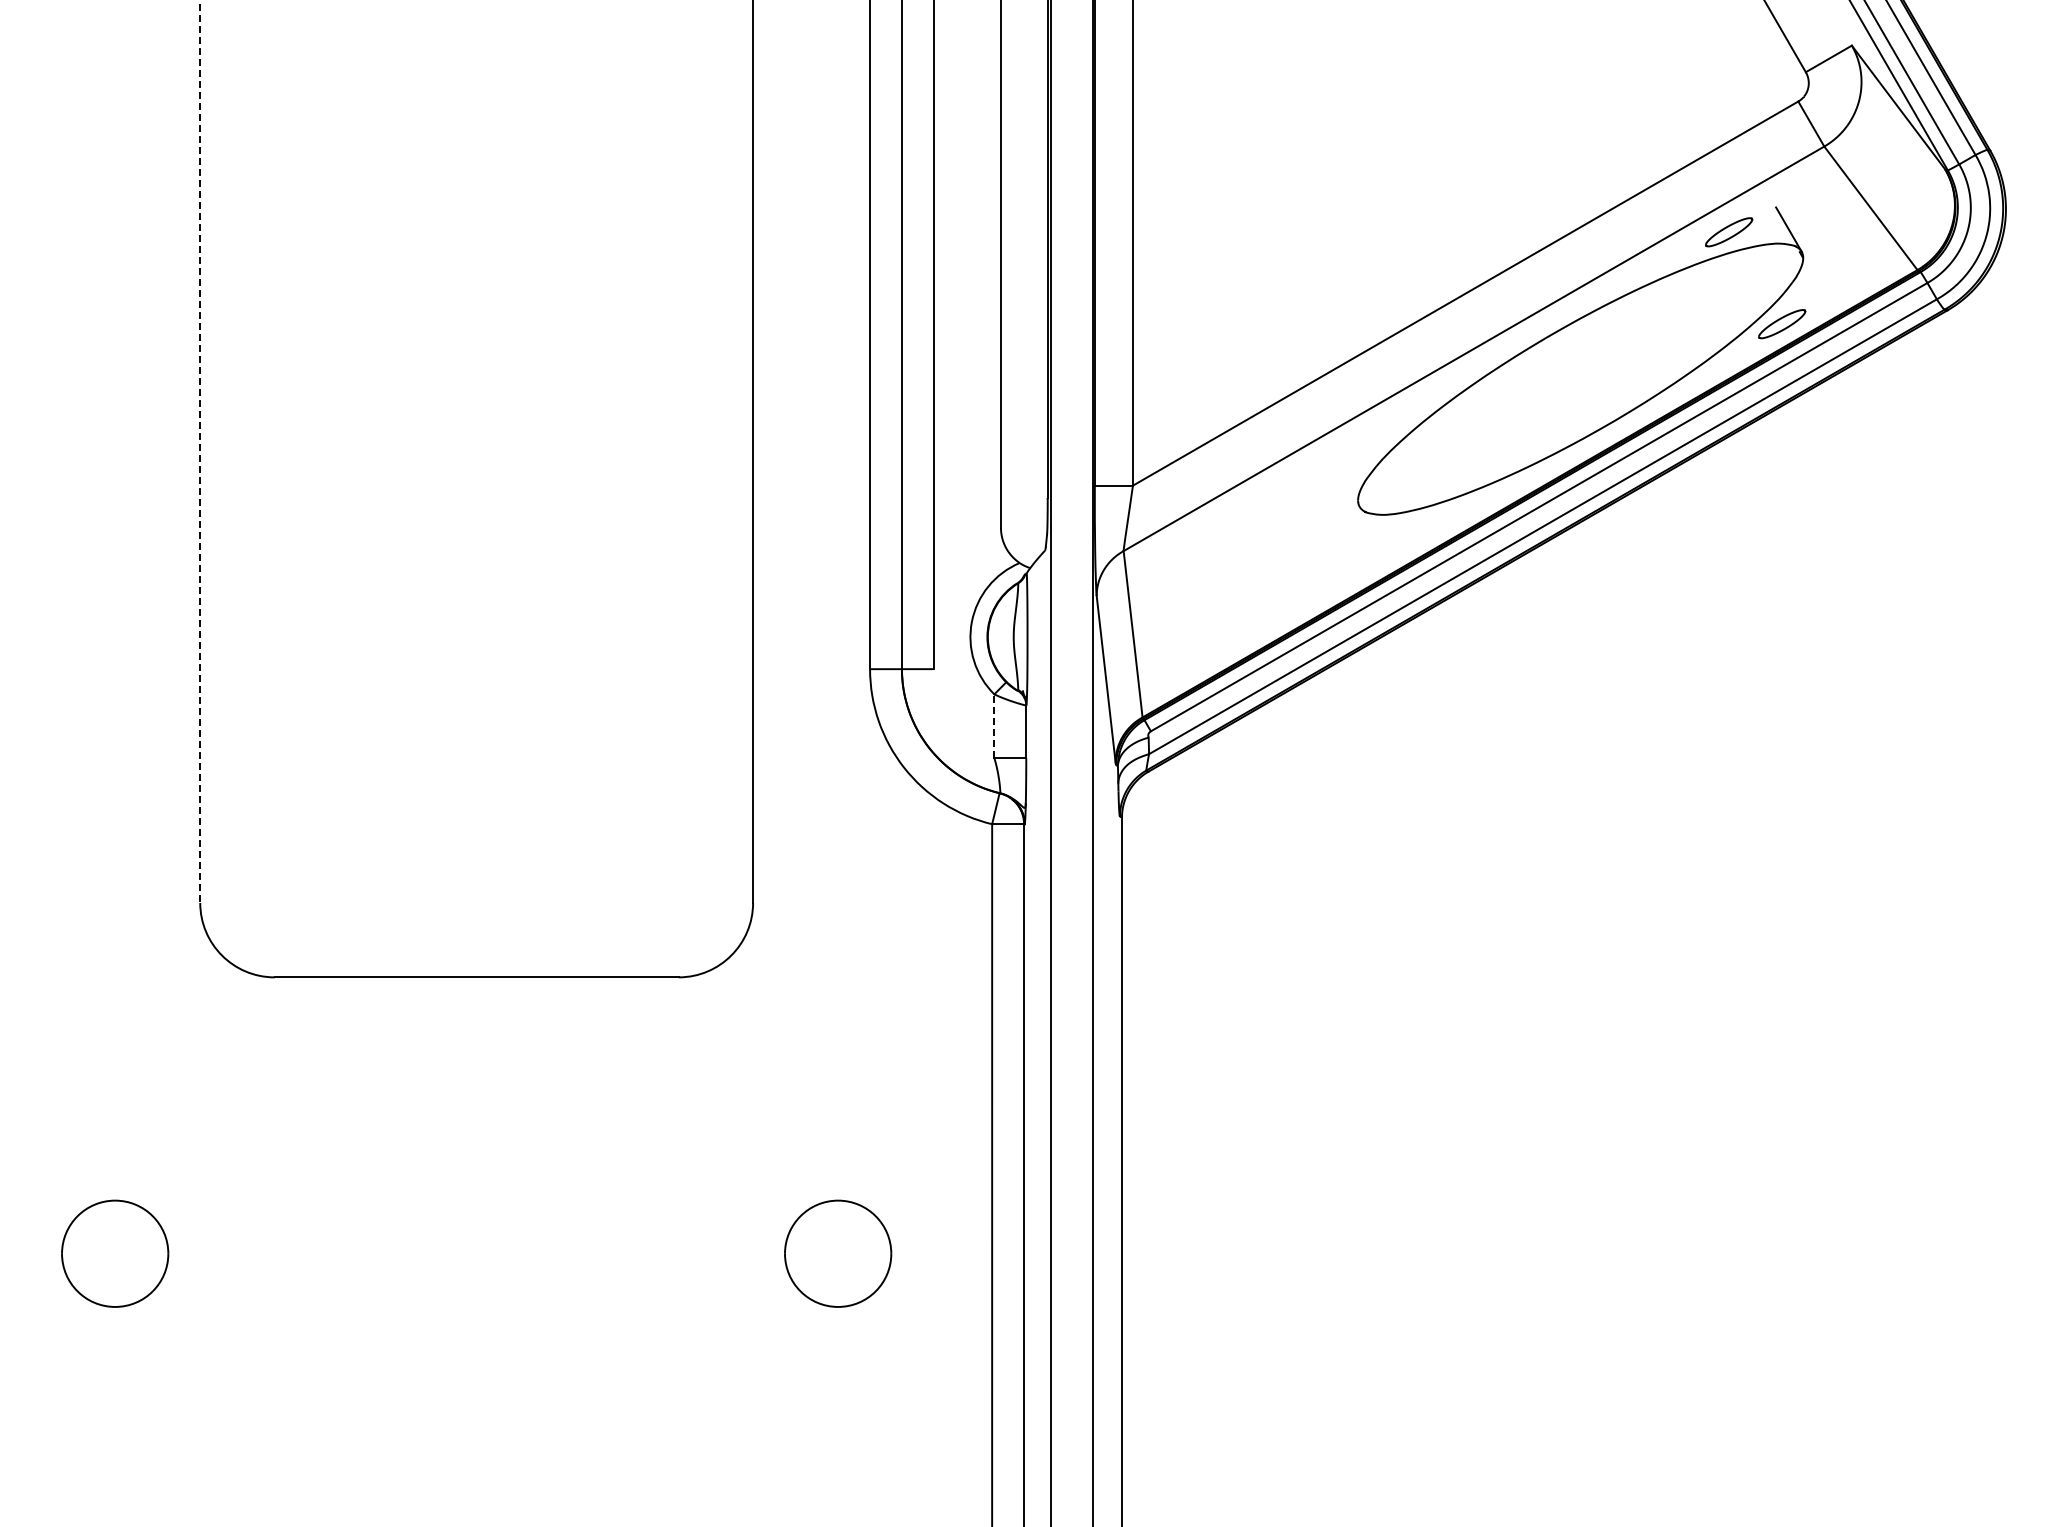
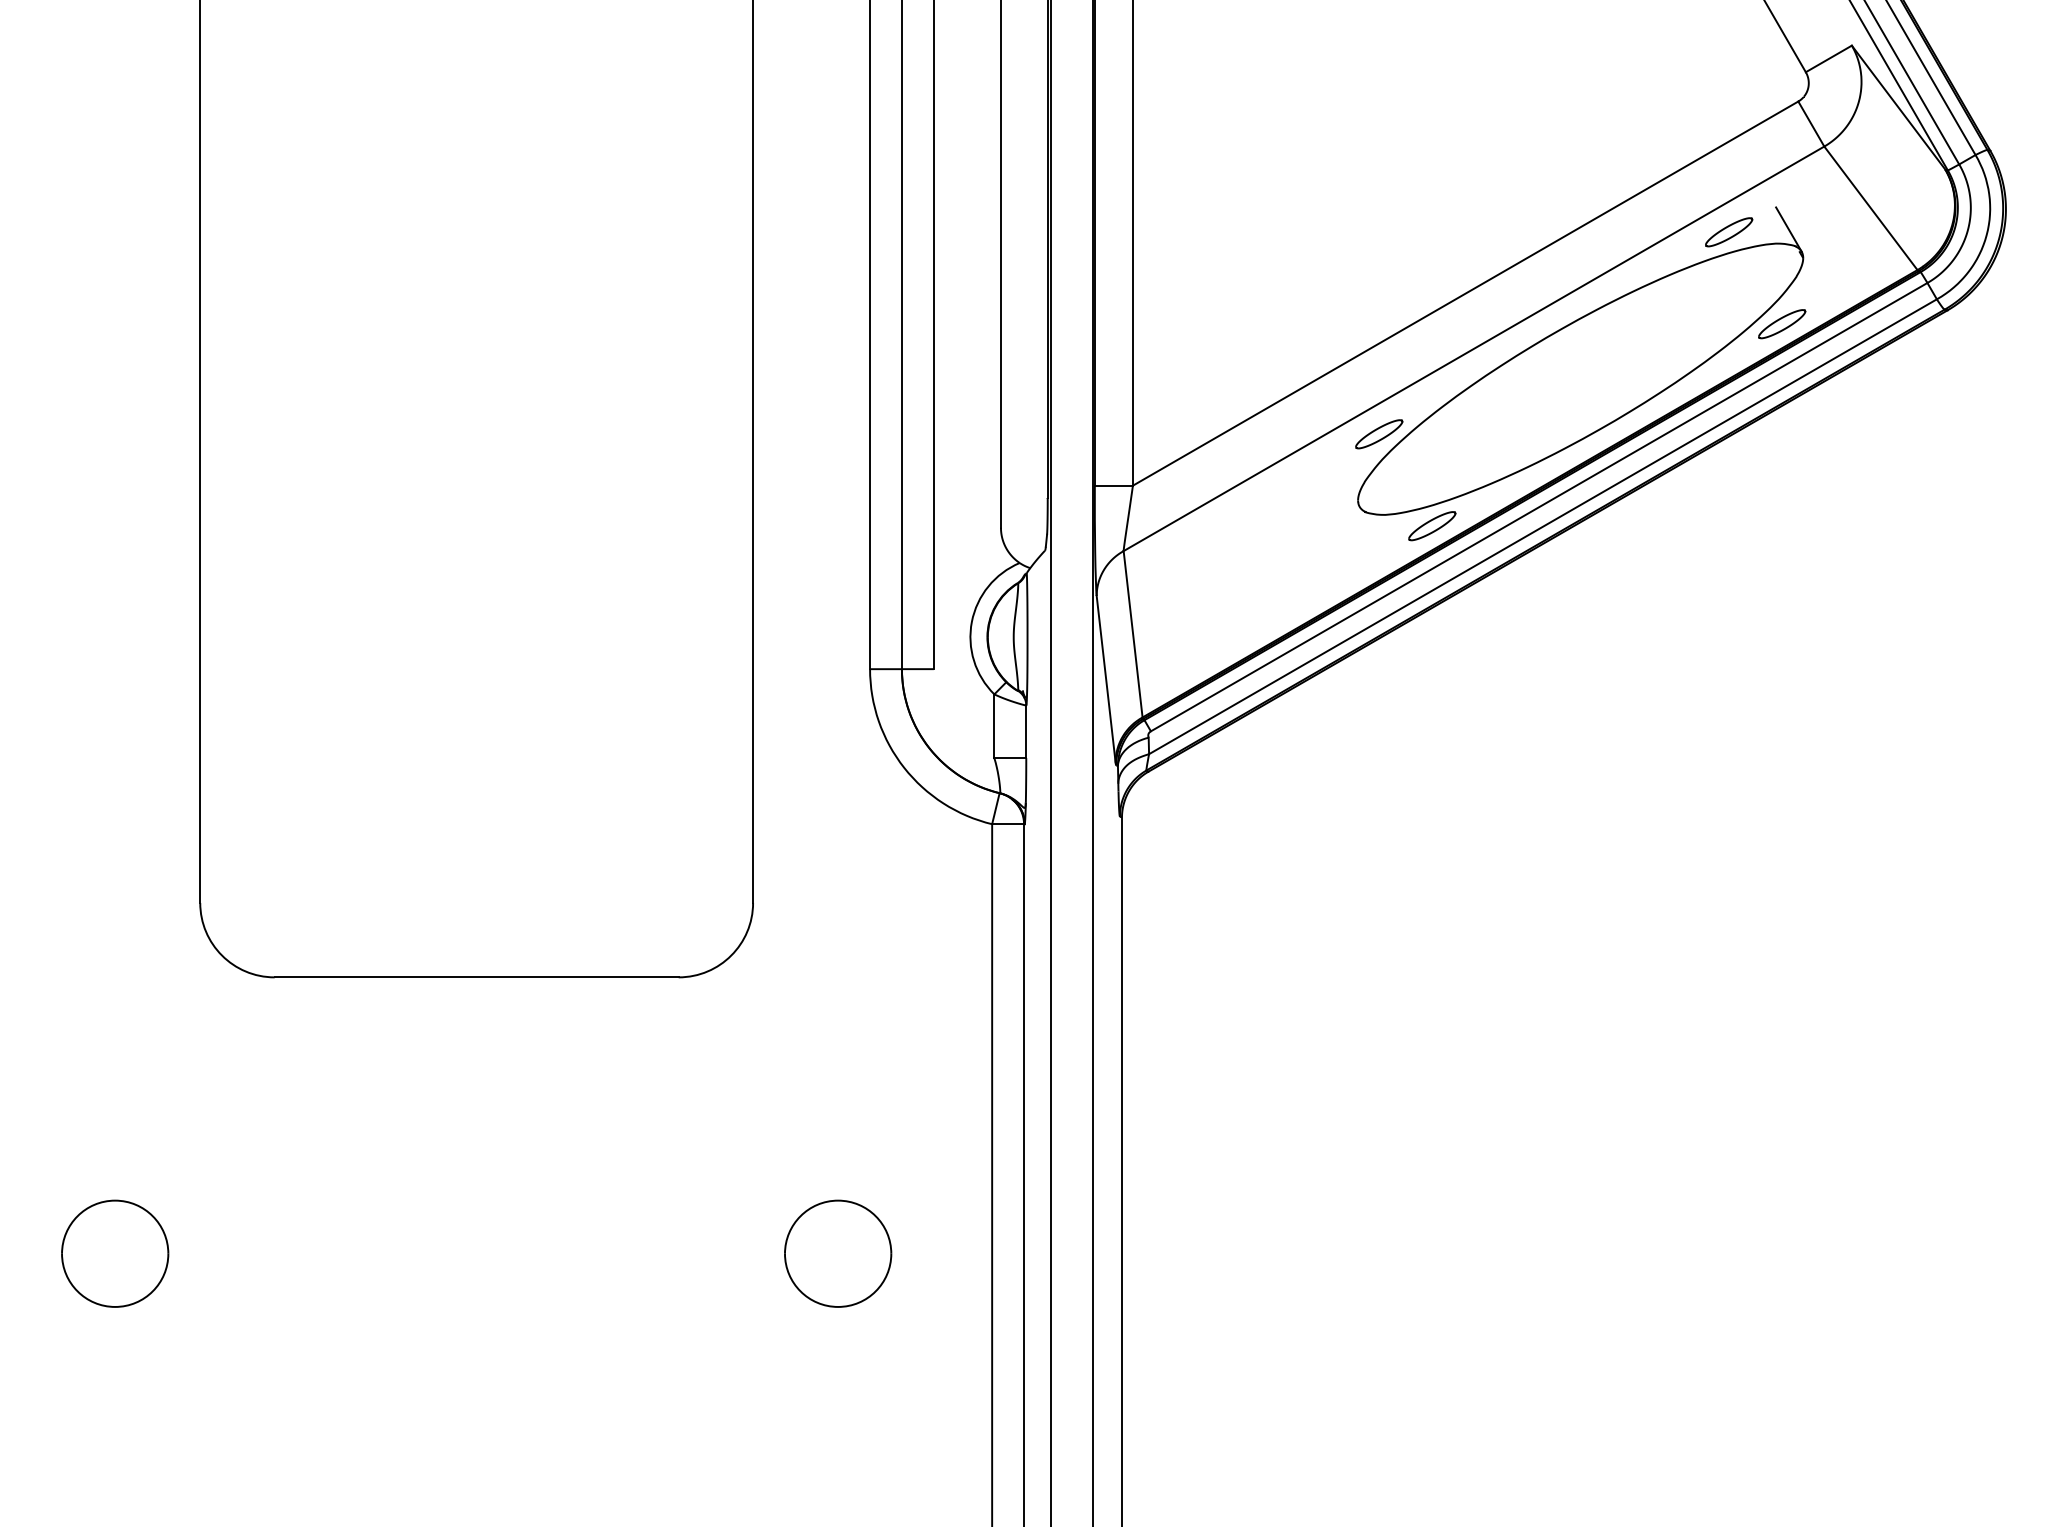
part at (1379, 434): none -> present
line at (200, 451): dashed -> solid
part at (1432, 526): none -> present
line at (994, 726): dashed -> solid
